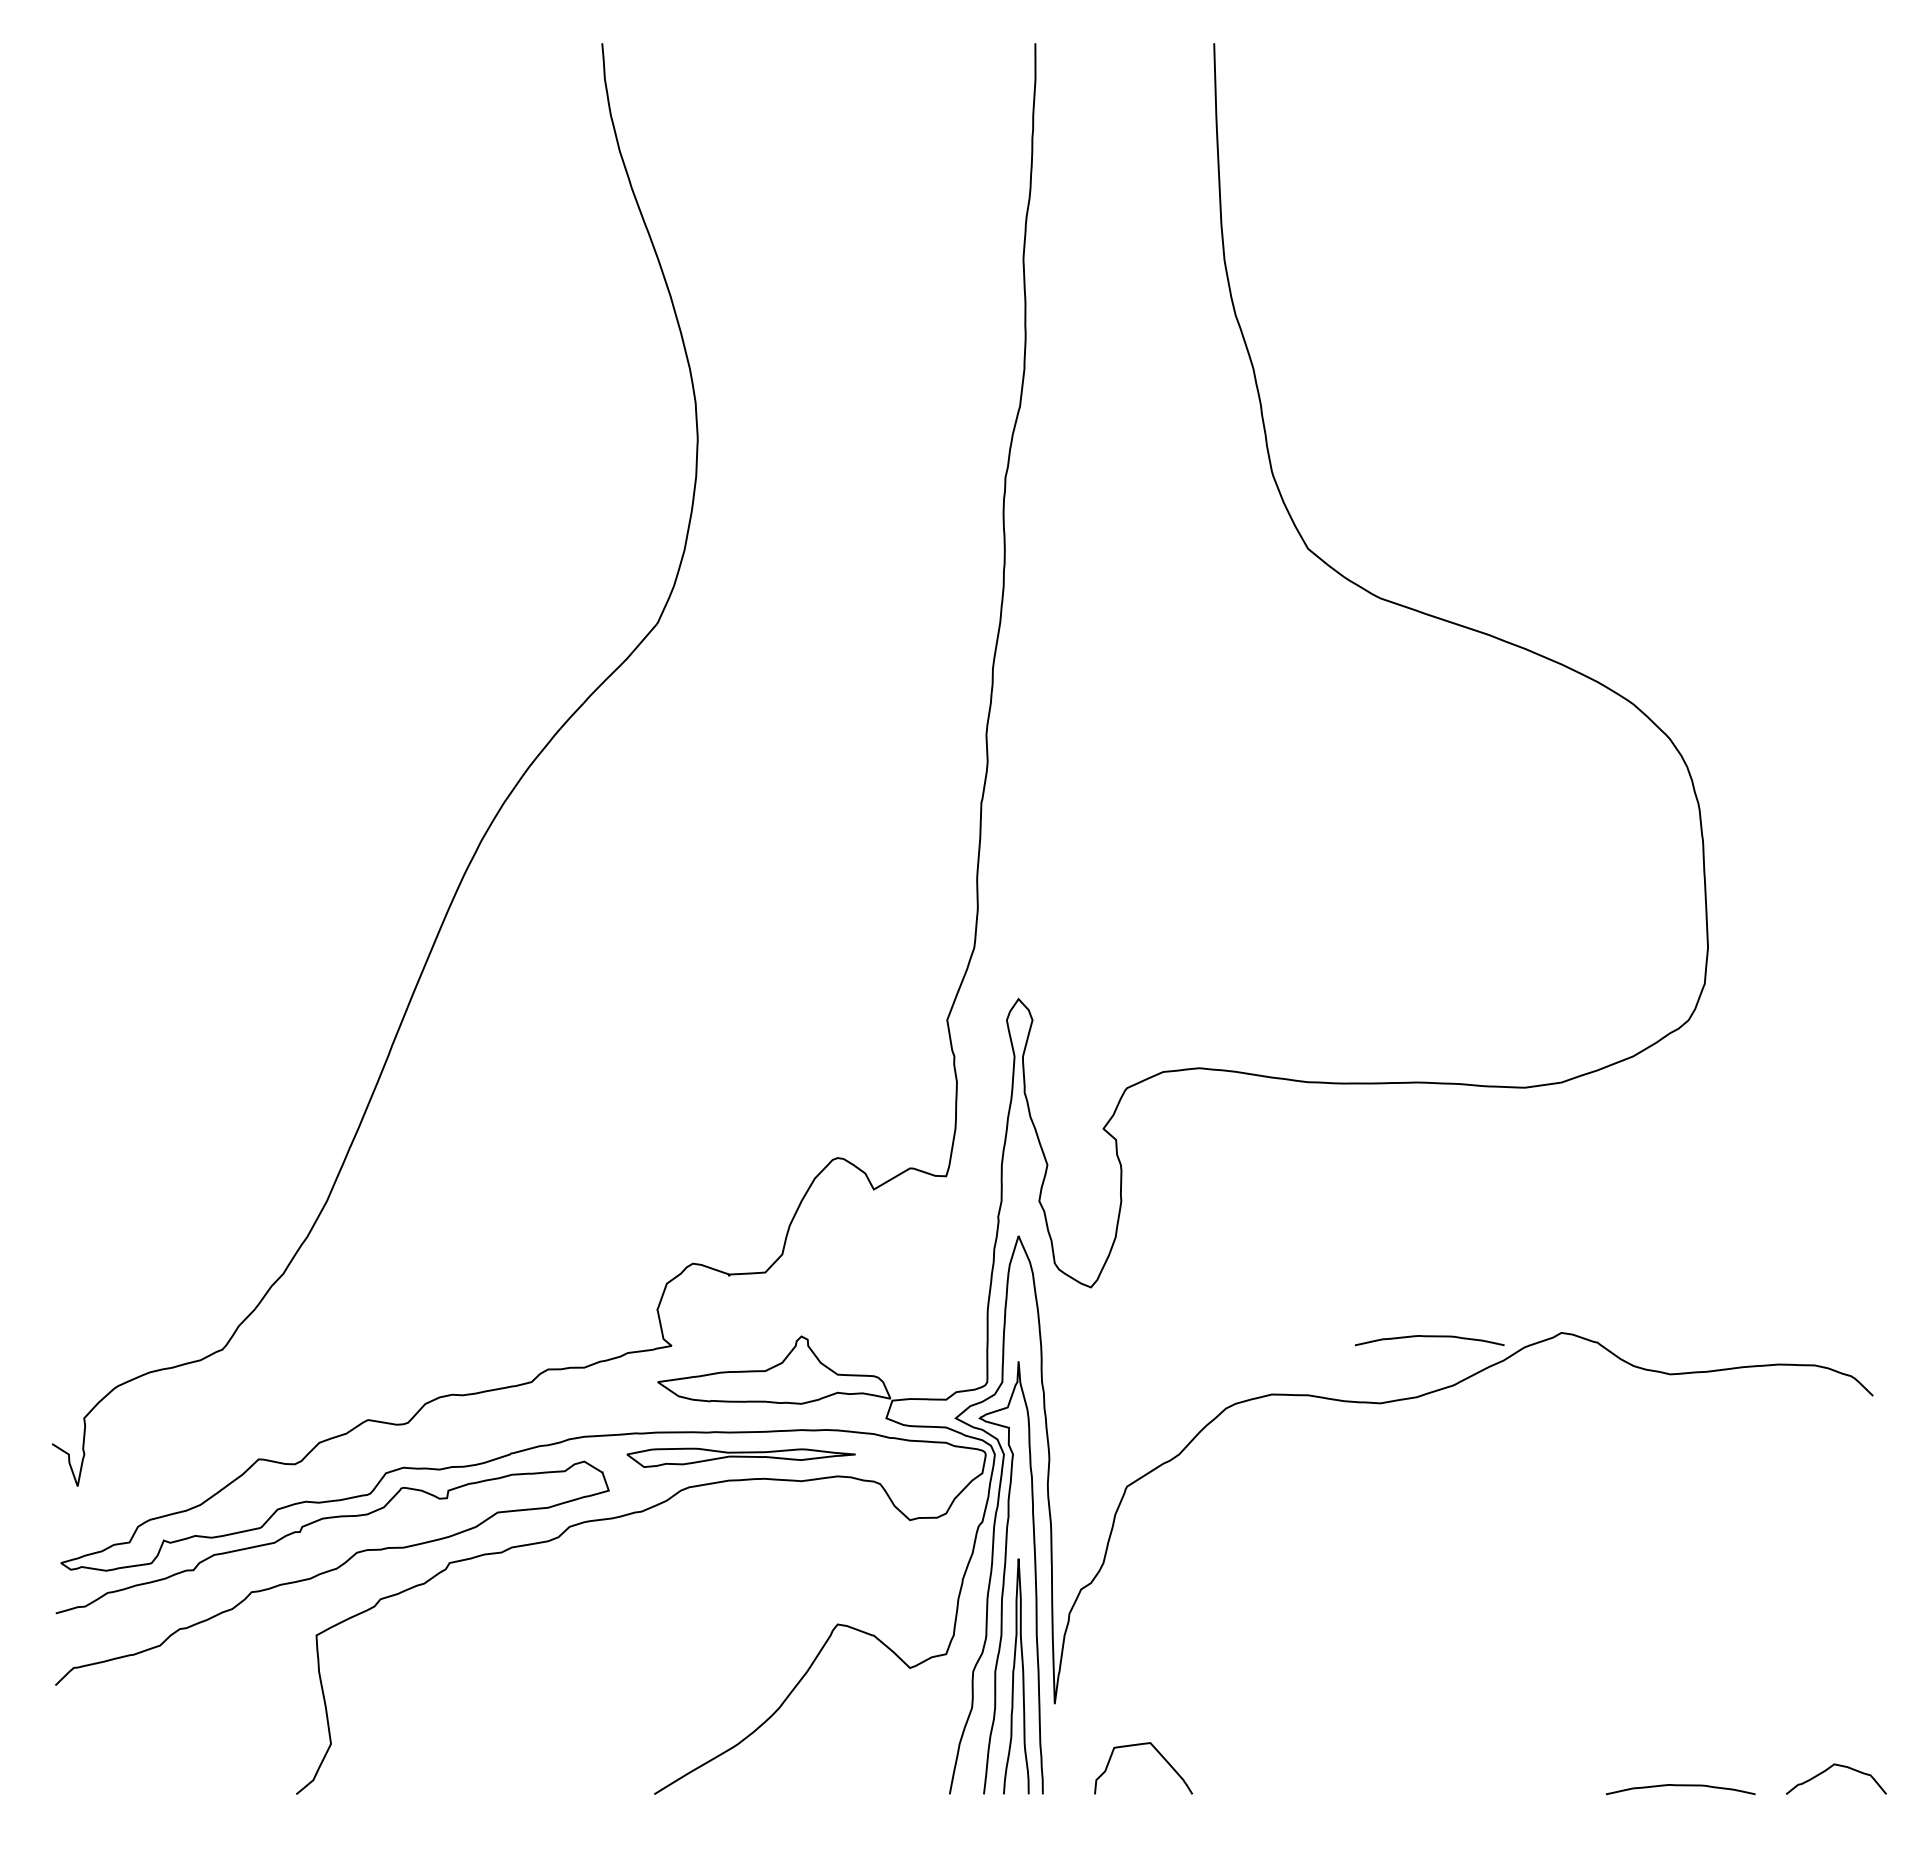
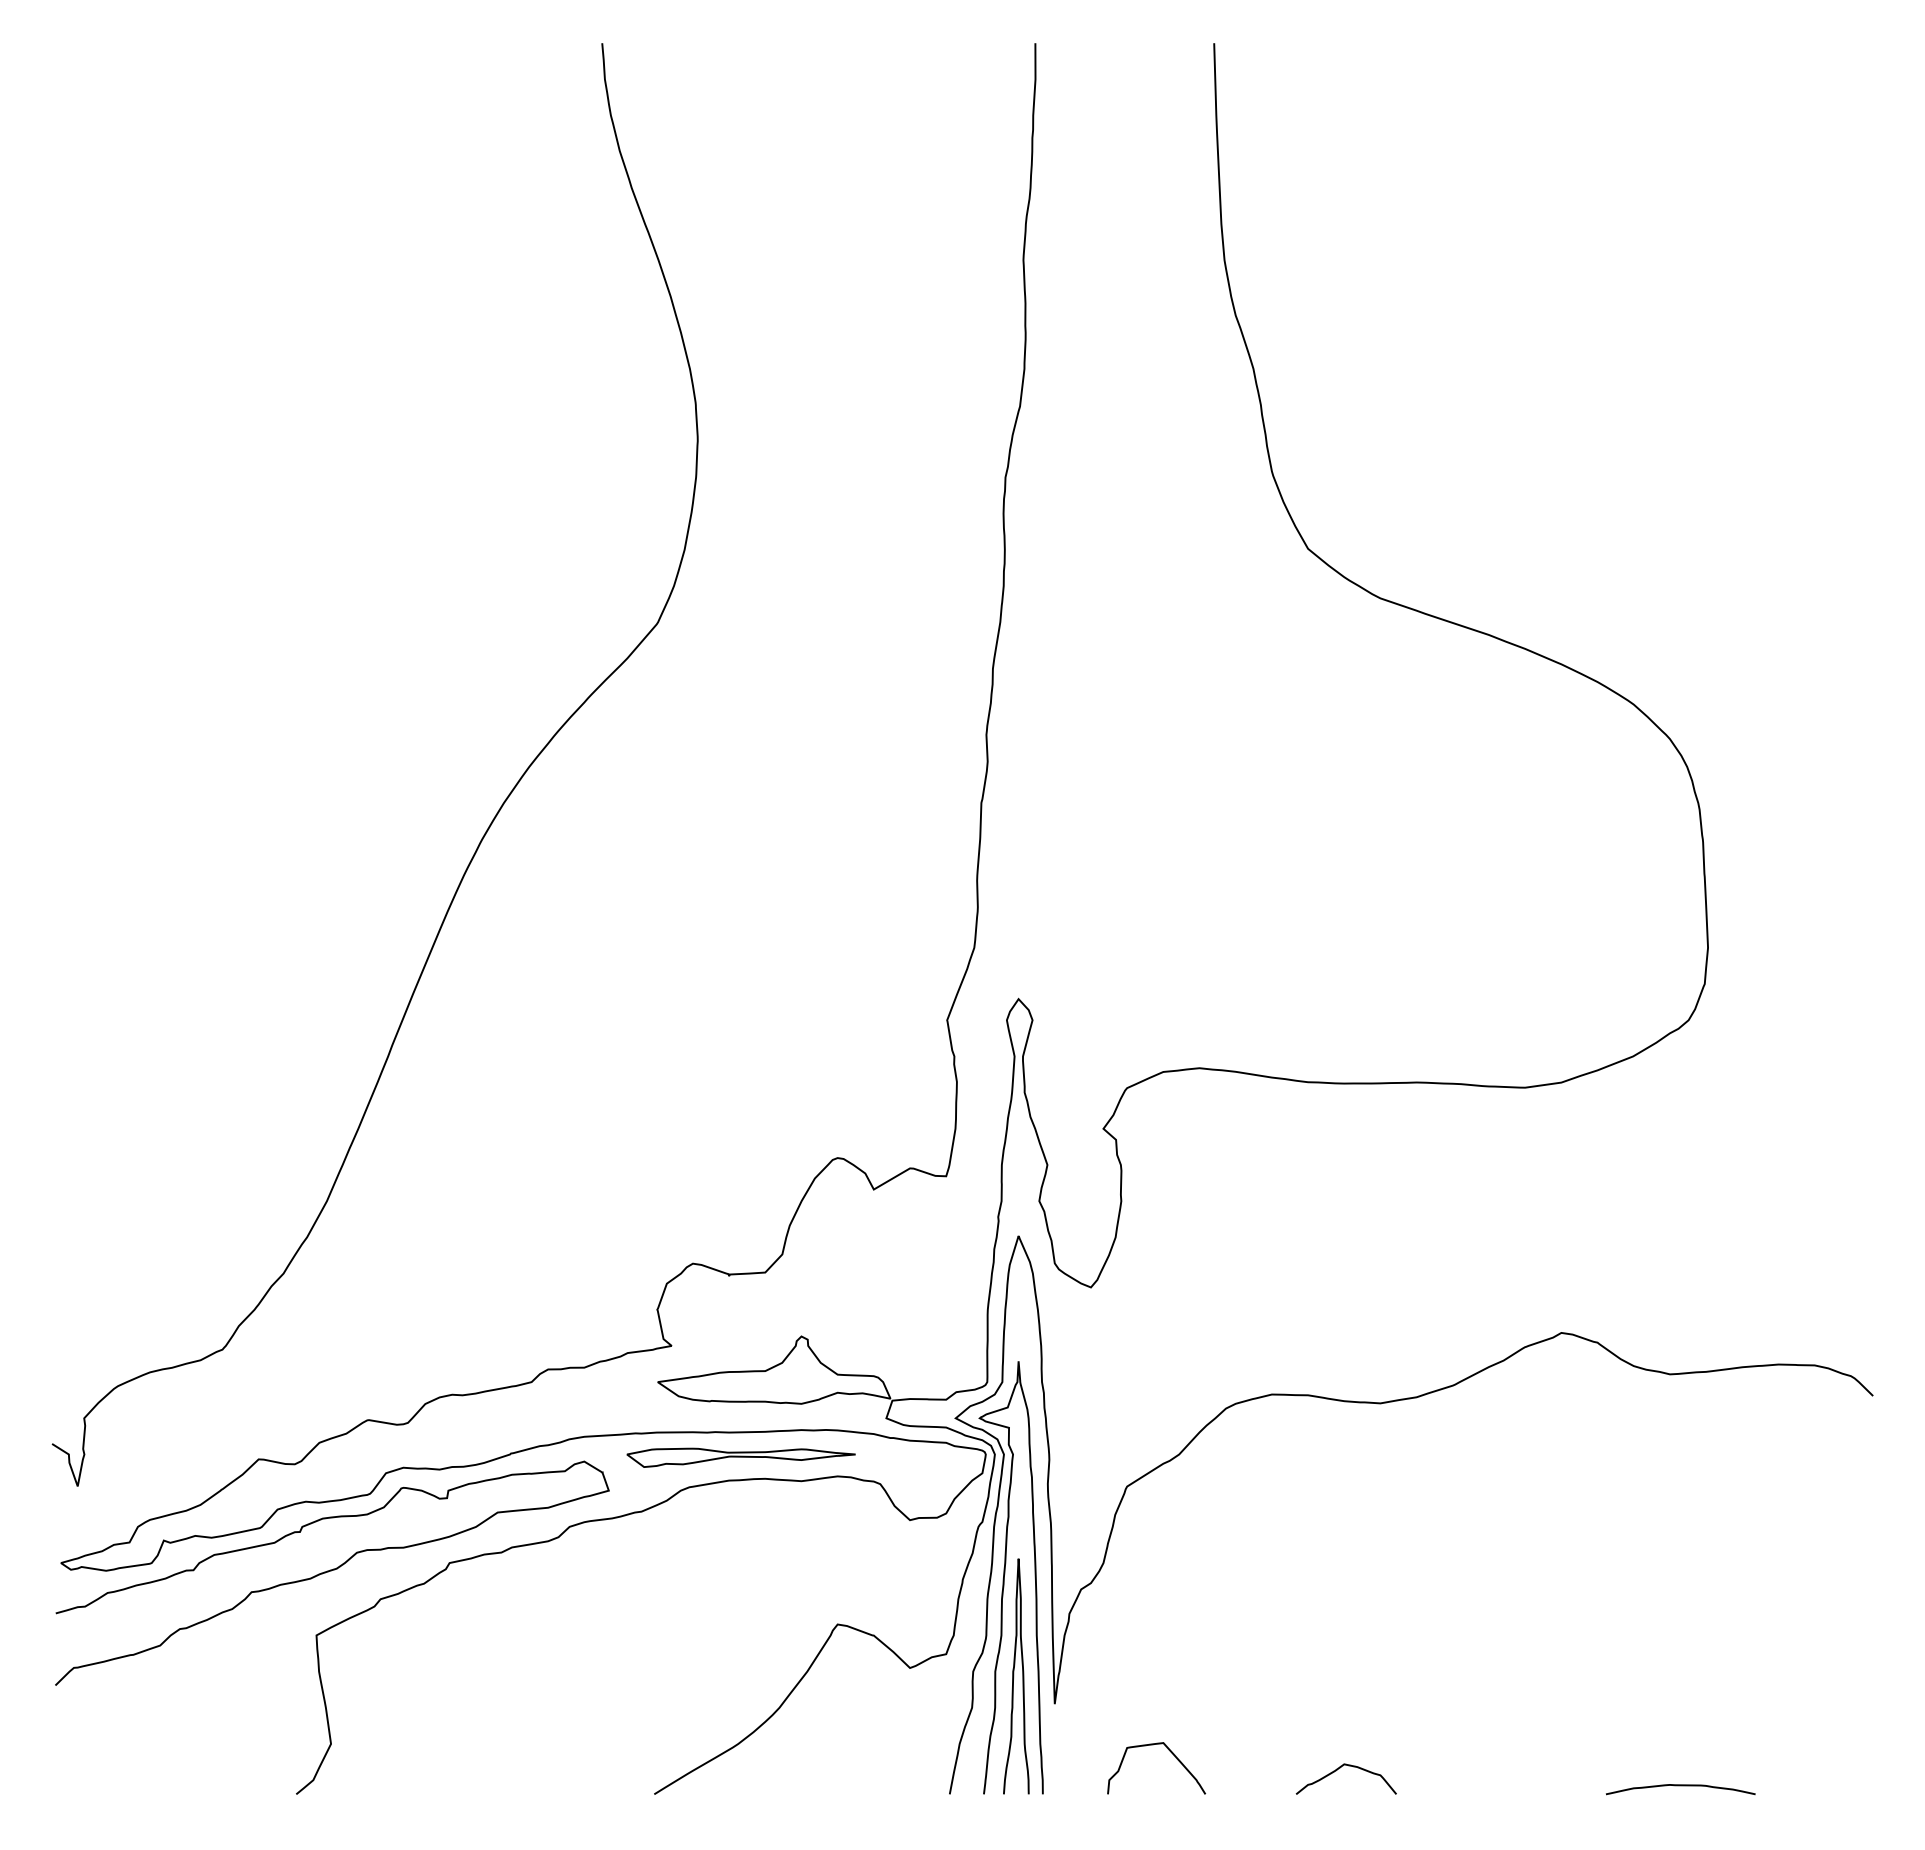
curve at (1429, 1337): present -> none
curve at (1158, 1753) position: (1158, 1753) -> (1171, 1753)
curve at (1830, 1768) position: (1830, 1768) -> (1340, 1768)
